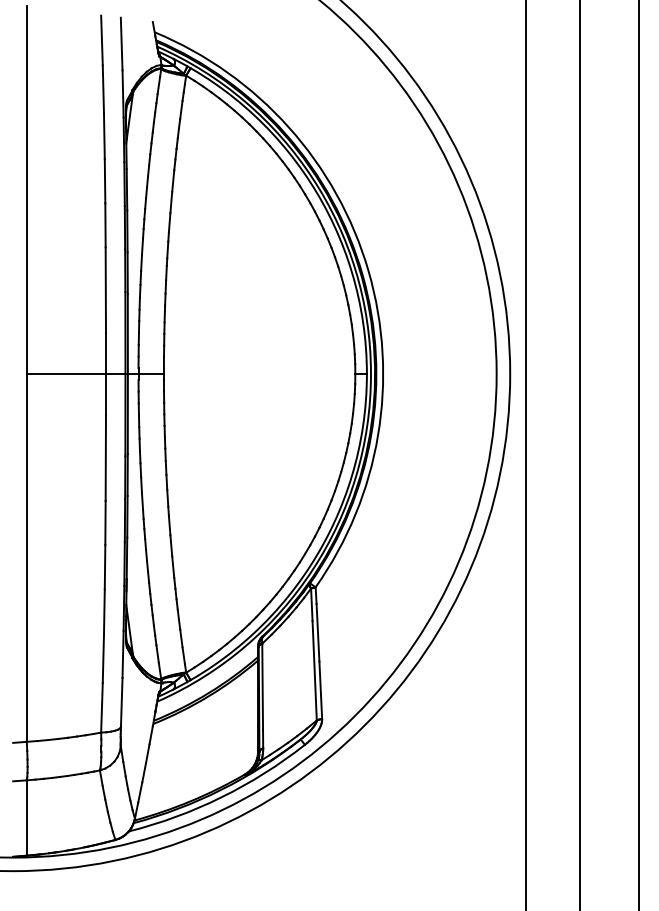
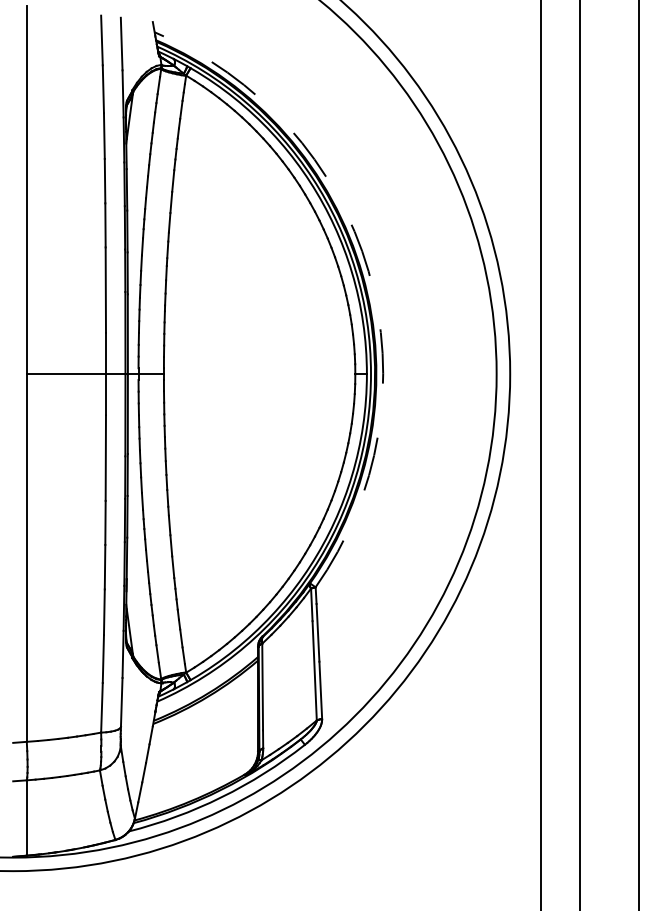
arc at (368, 271): solid -> dashed
line at (525, 454) position: (525, 454) -> (540, 454)
